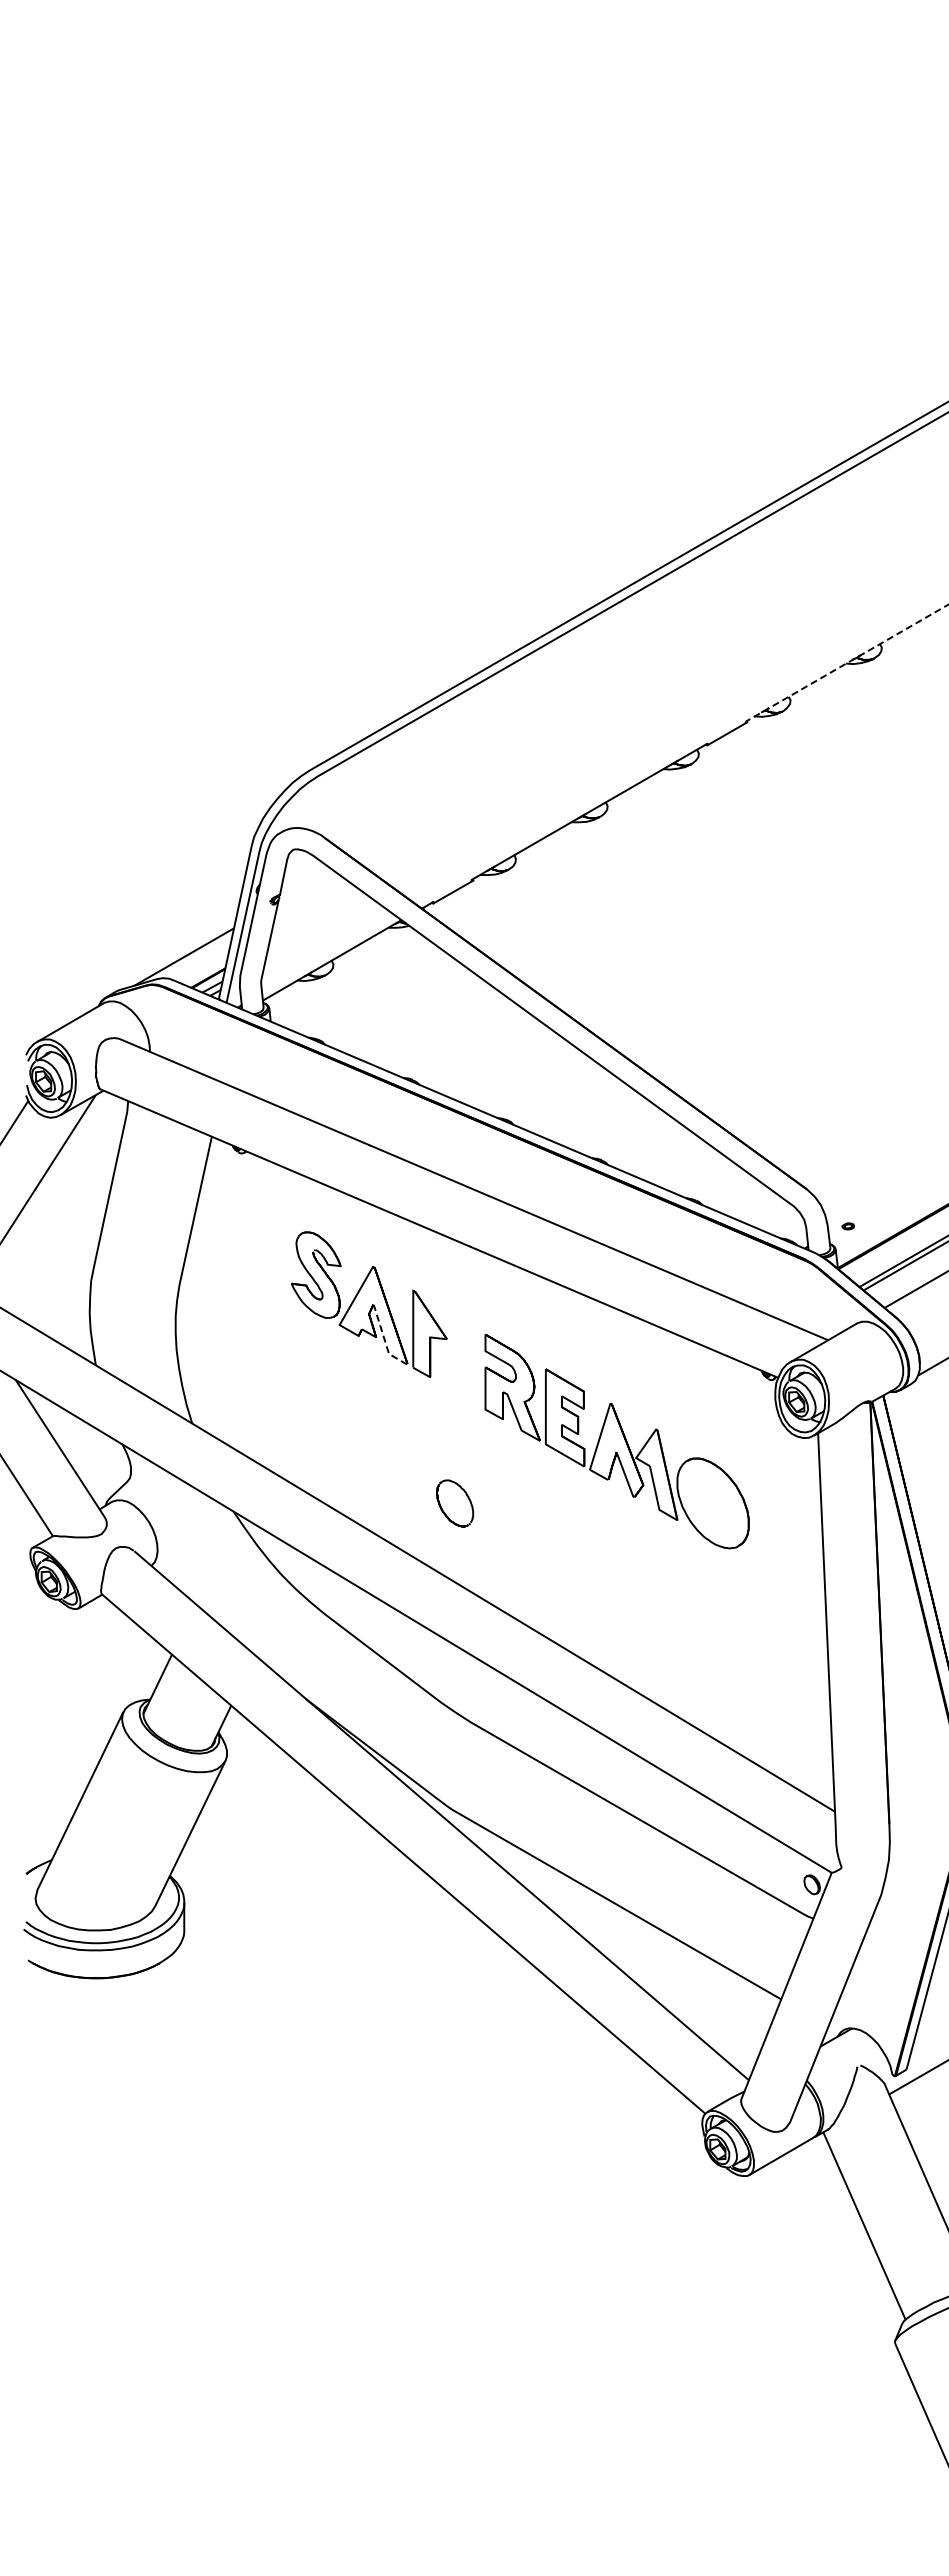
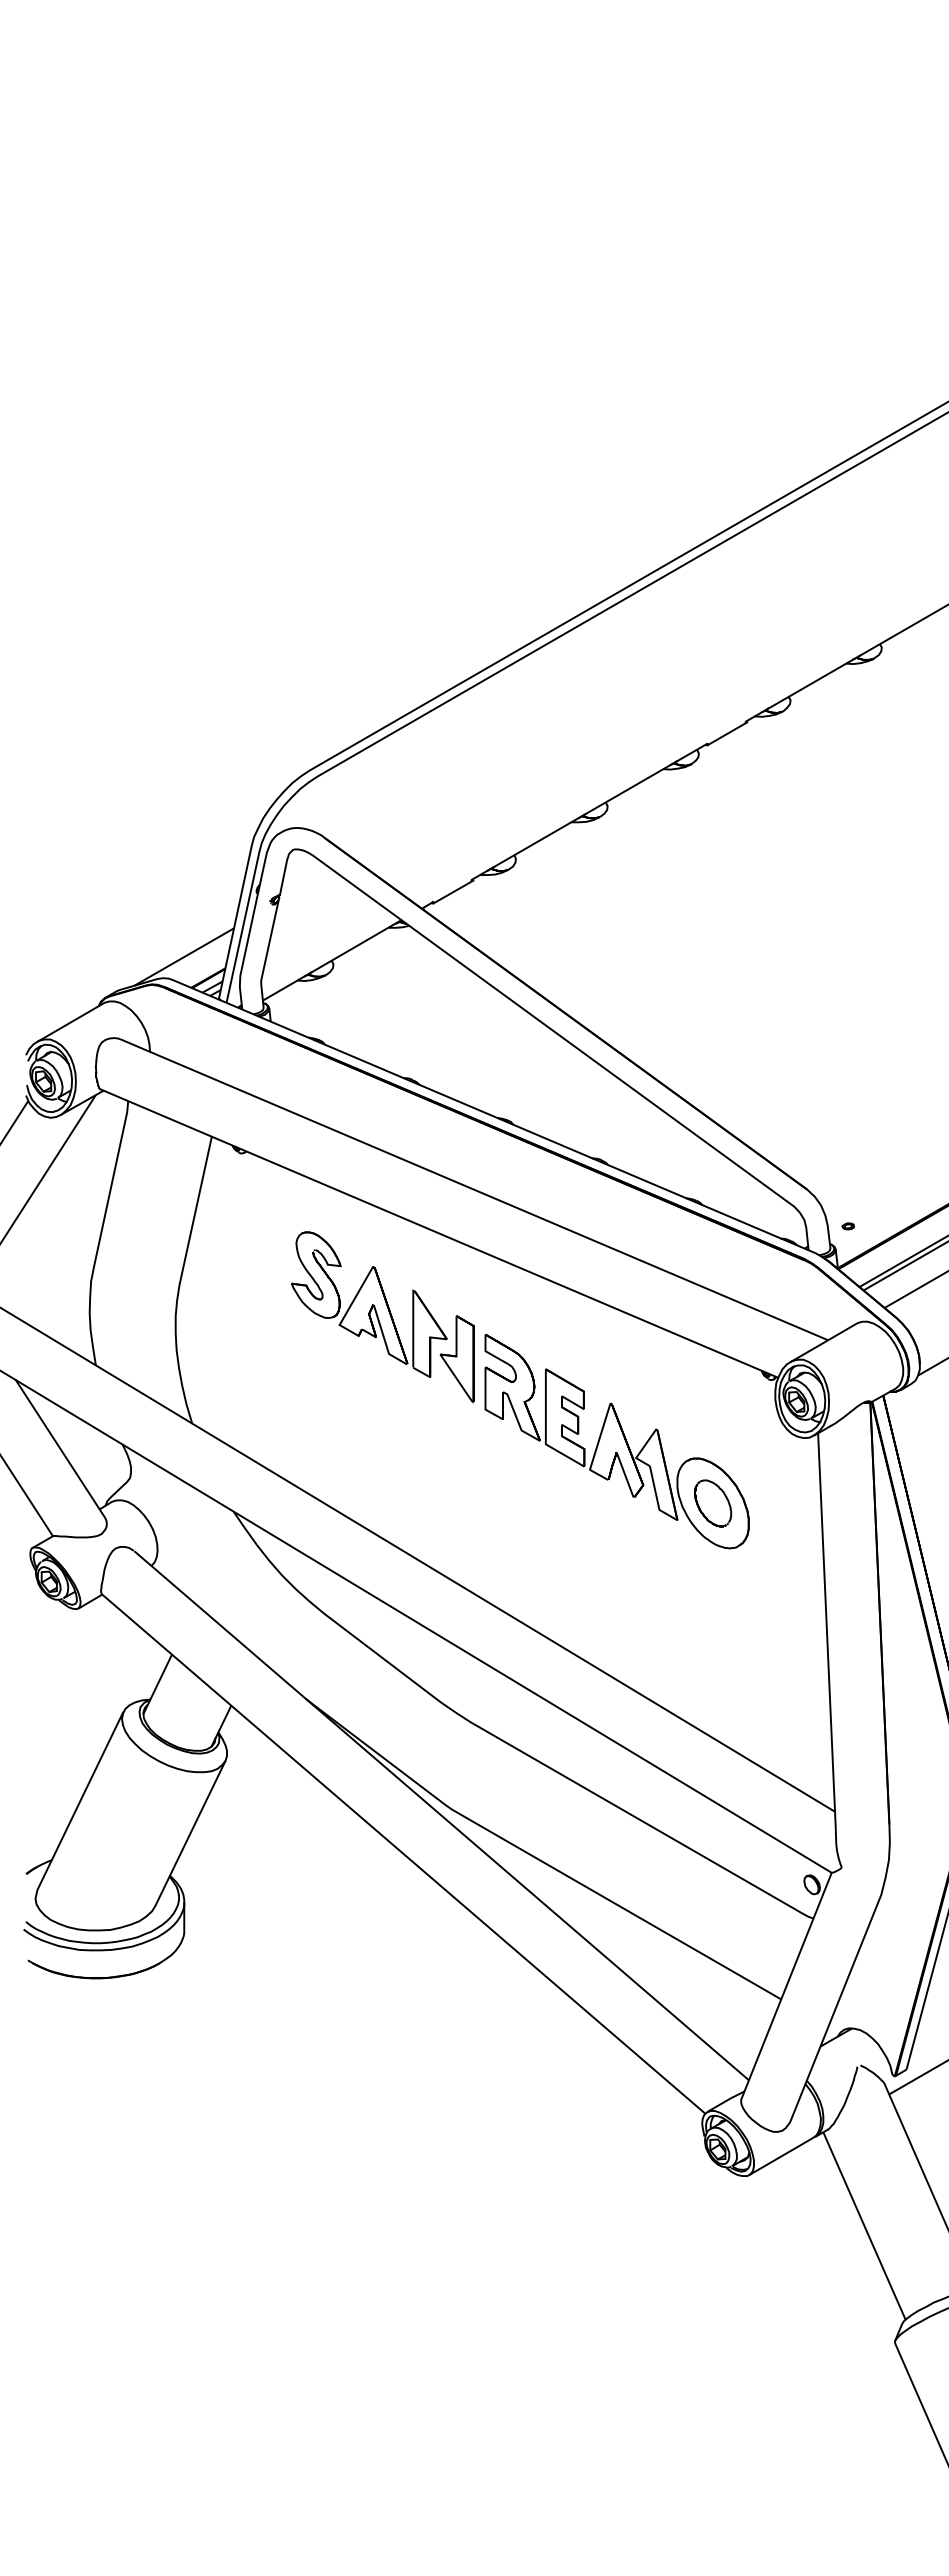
line at (846, 663): dashed -> solid
line at (384, 1339): dashed -> solid
part at (456, 1358): none -> present
part at (455, 1503) position: (455, 1503) -> (713, 1503)
